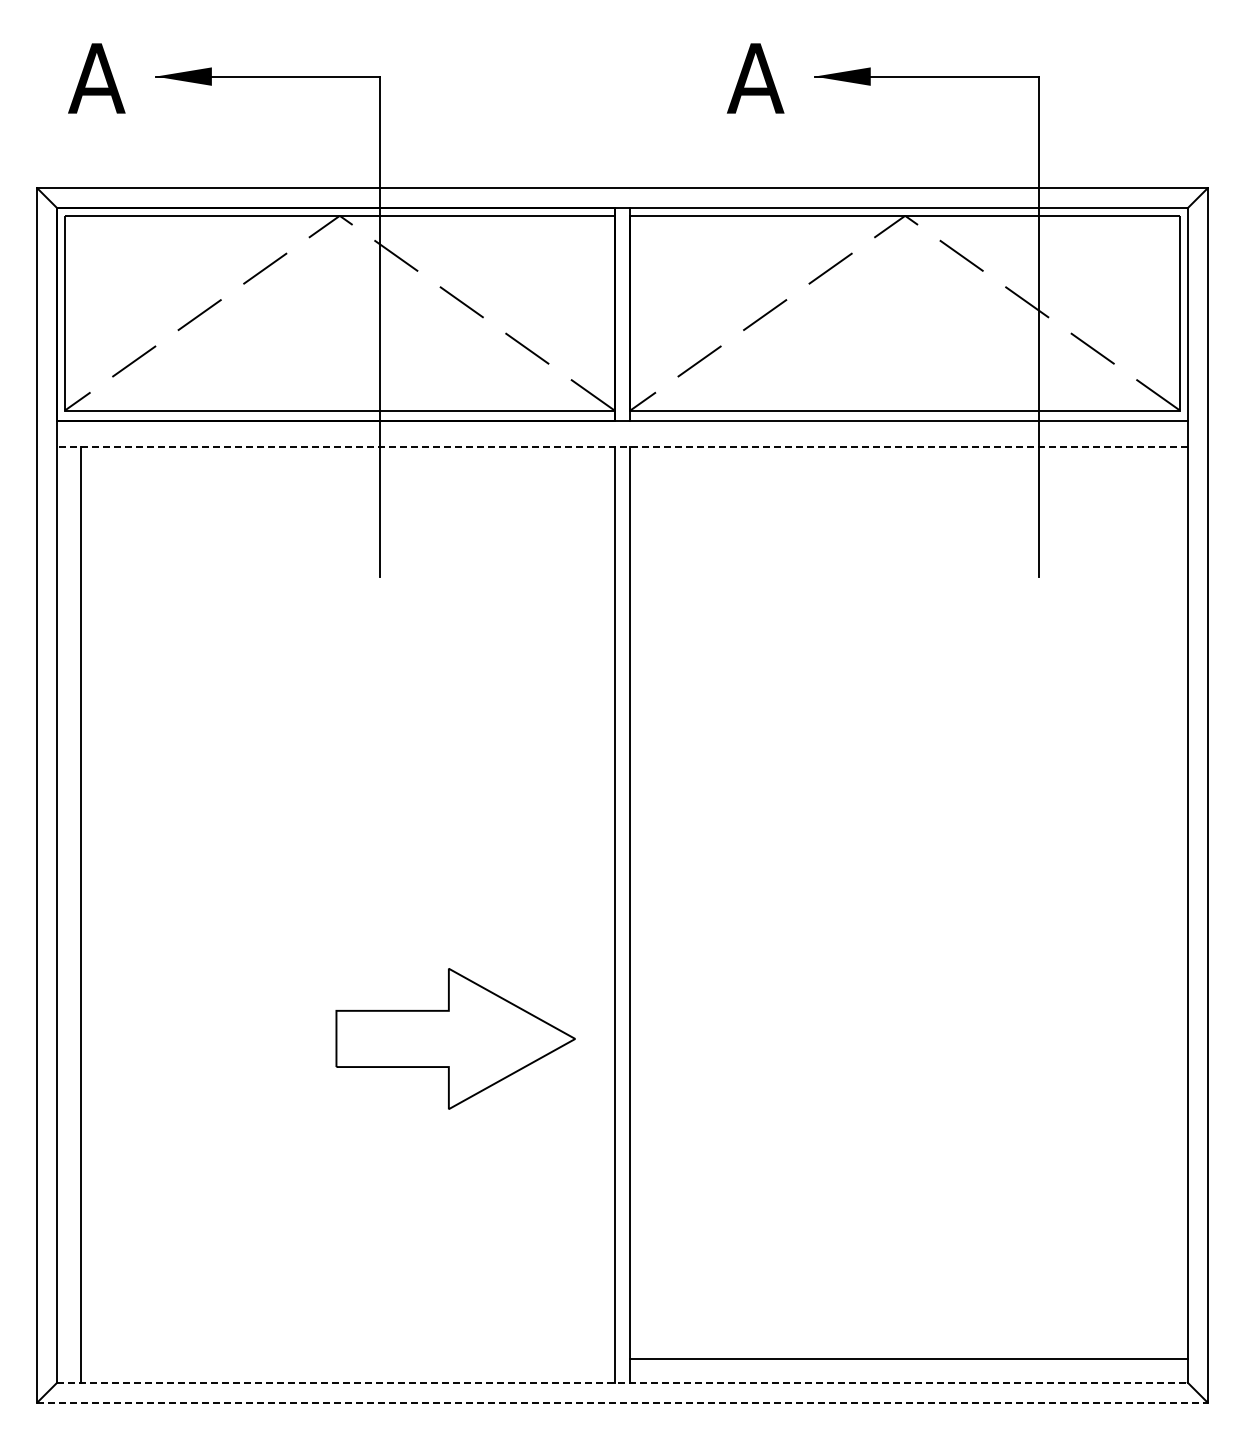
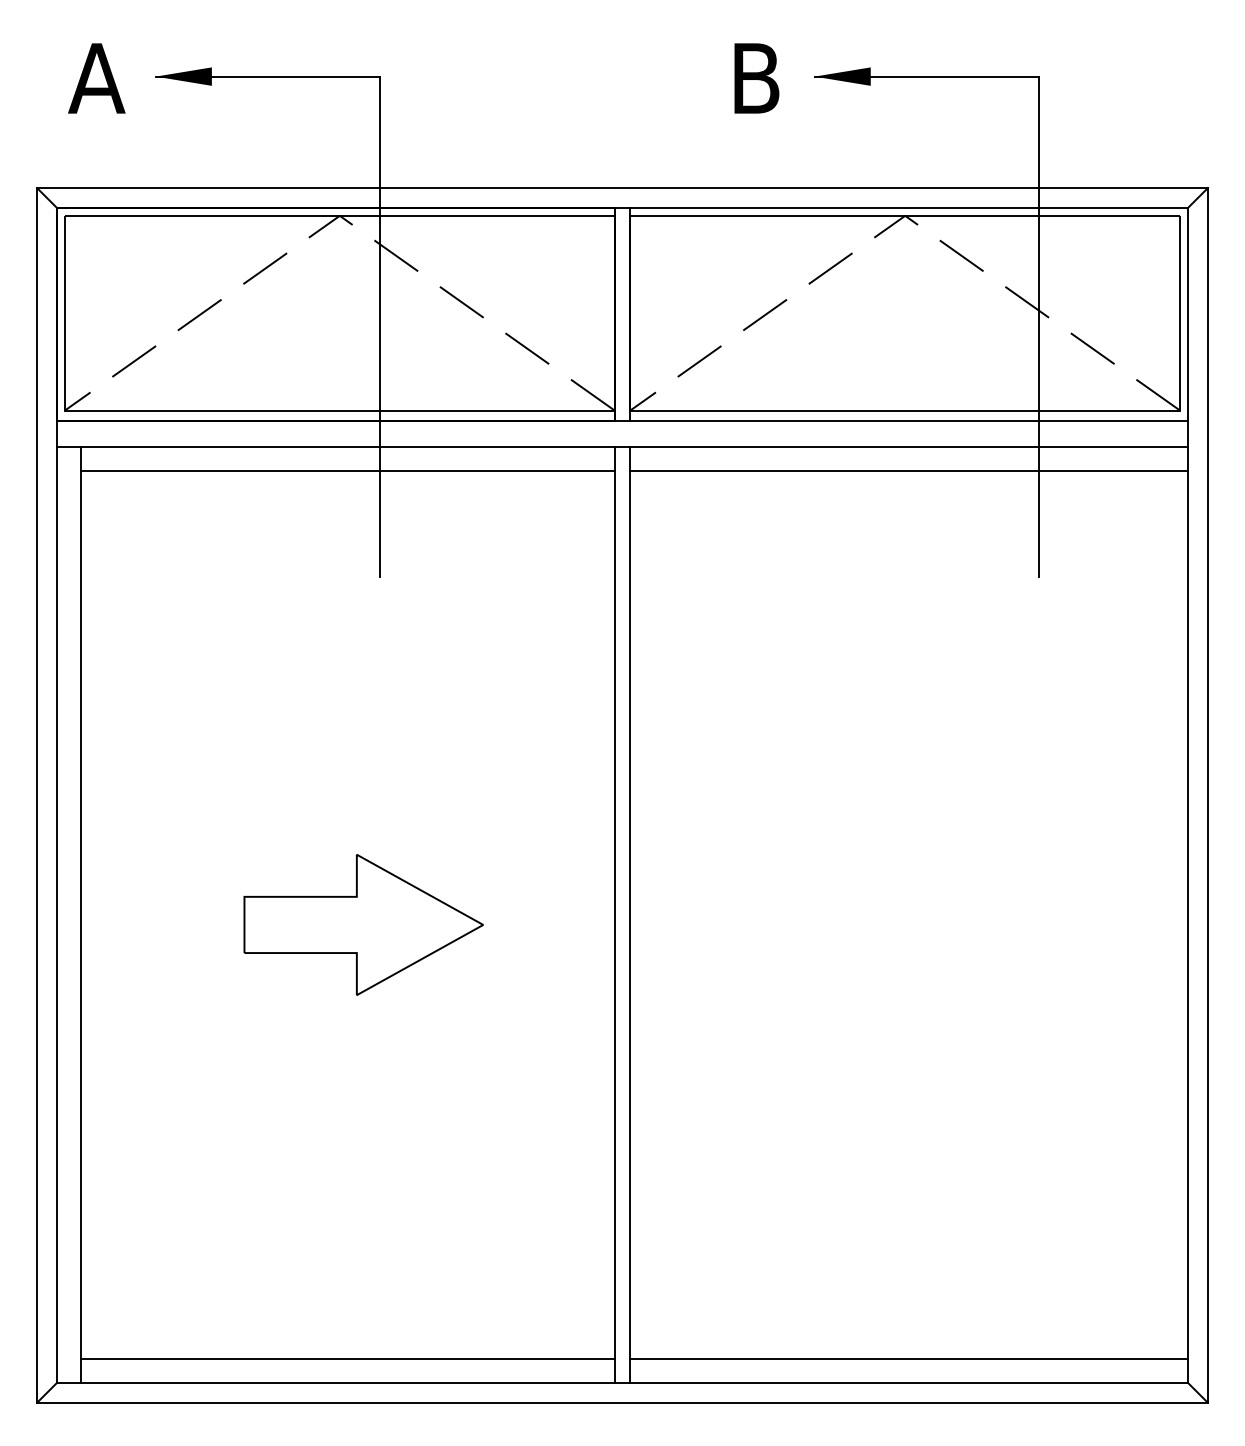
text at (755, 78): A -> B
line at (621, 447): dashed -> solid
line at (347, 470): none -> present
line at (908, 470): none -> present
part at (455, 1038) position: (455, 1038) -> (363, 924)
line at (347, 1359): none -> present
line at (622, 1382): dashed -> solid
line at (623, 1402): dashed -> solid
